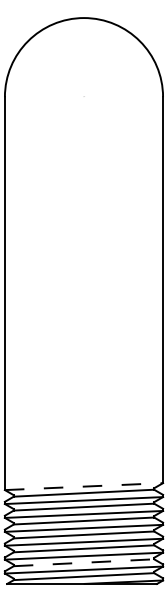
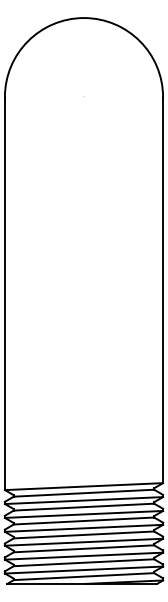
line at (84, 486): dashed -> solid
line at (84, 562): dashed -> solid
